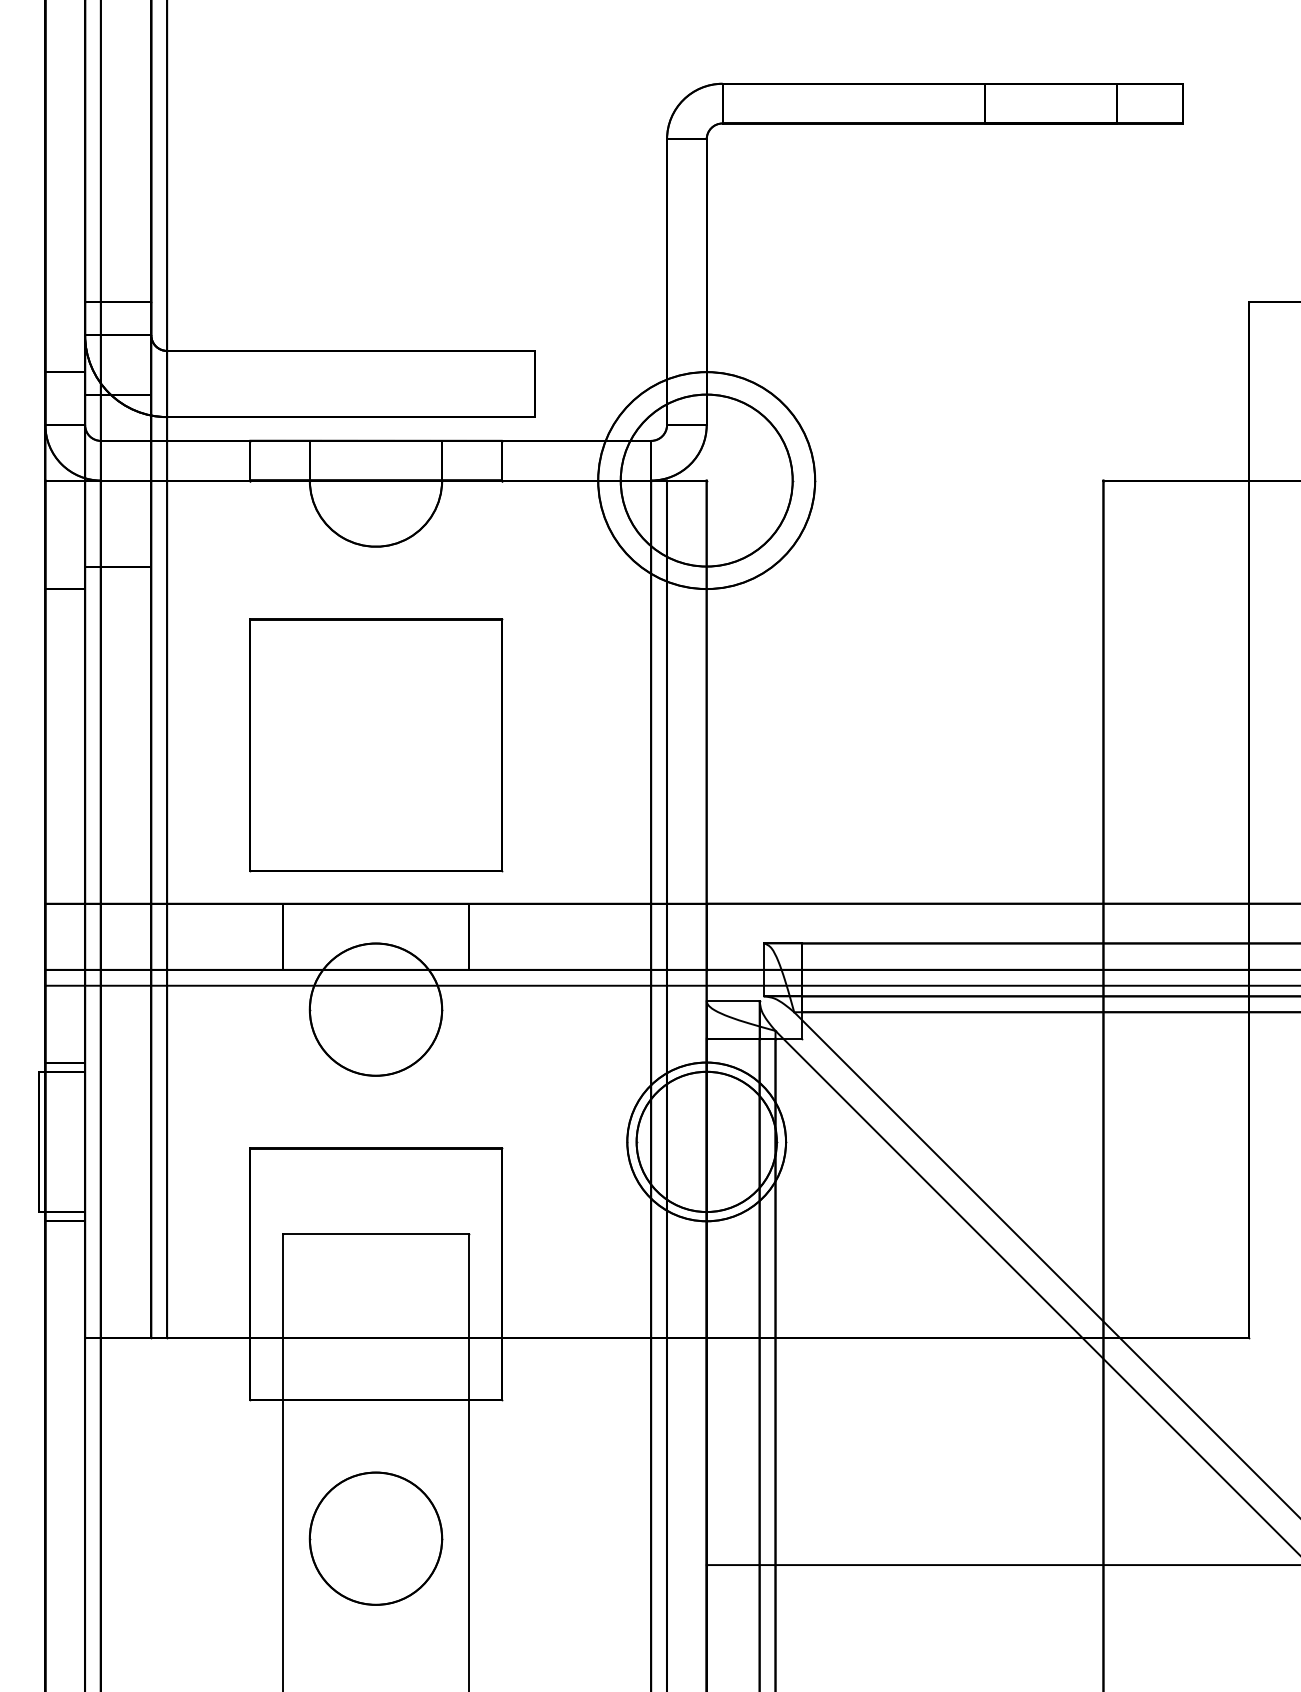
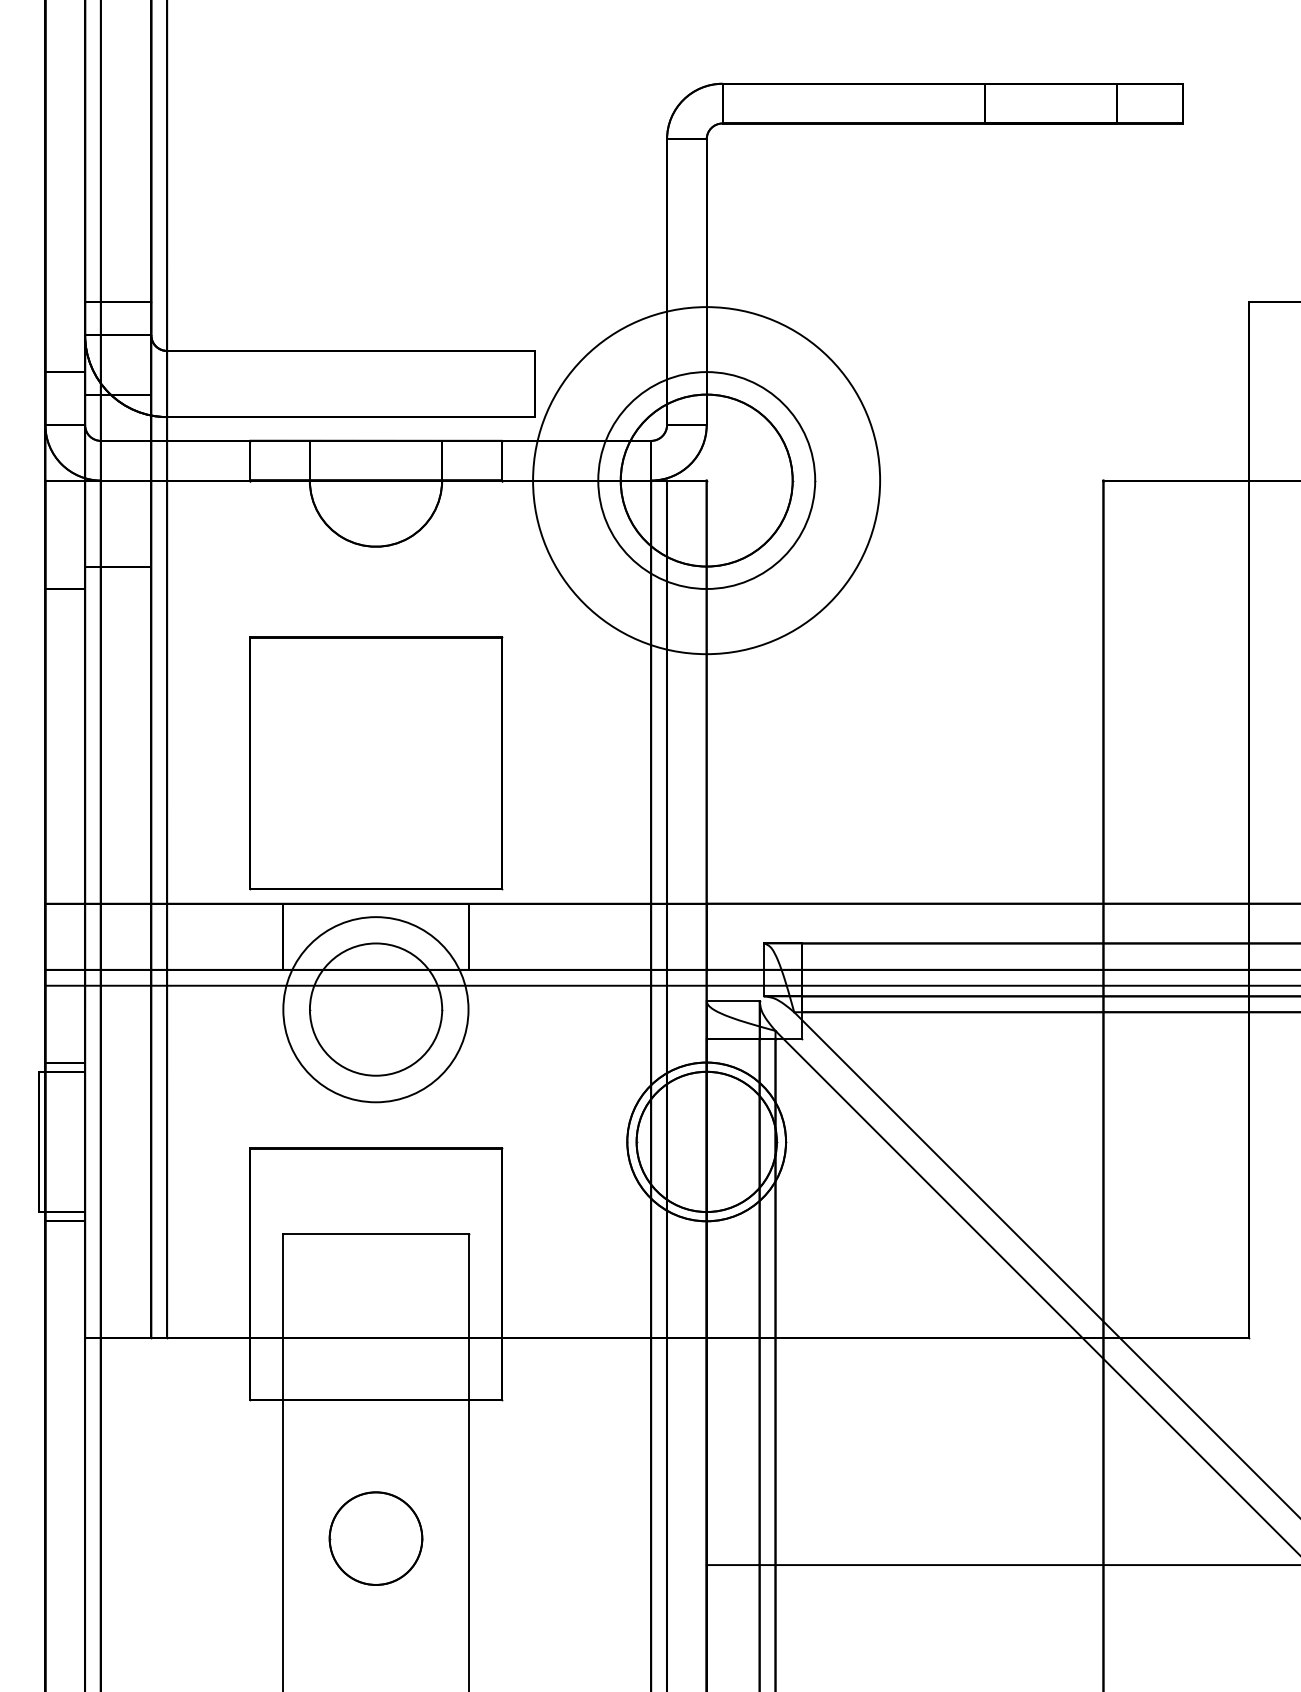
circle at (706, 480) diameter: 217 px -> 347 px
part at (376, 745) position: (376, 745) -> (376, 763)
circle at (375, 1009) diameter: 132 px -> 185 px
part at (375, 1538) size: 136x135 px -> 96x95 px
